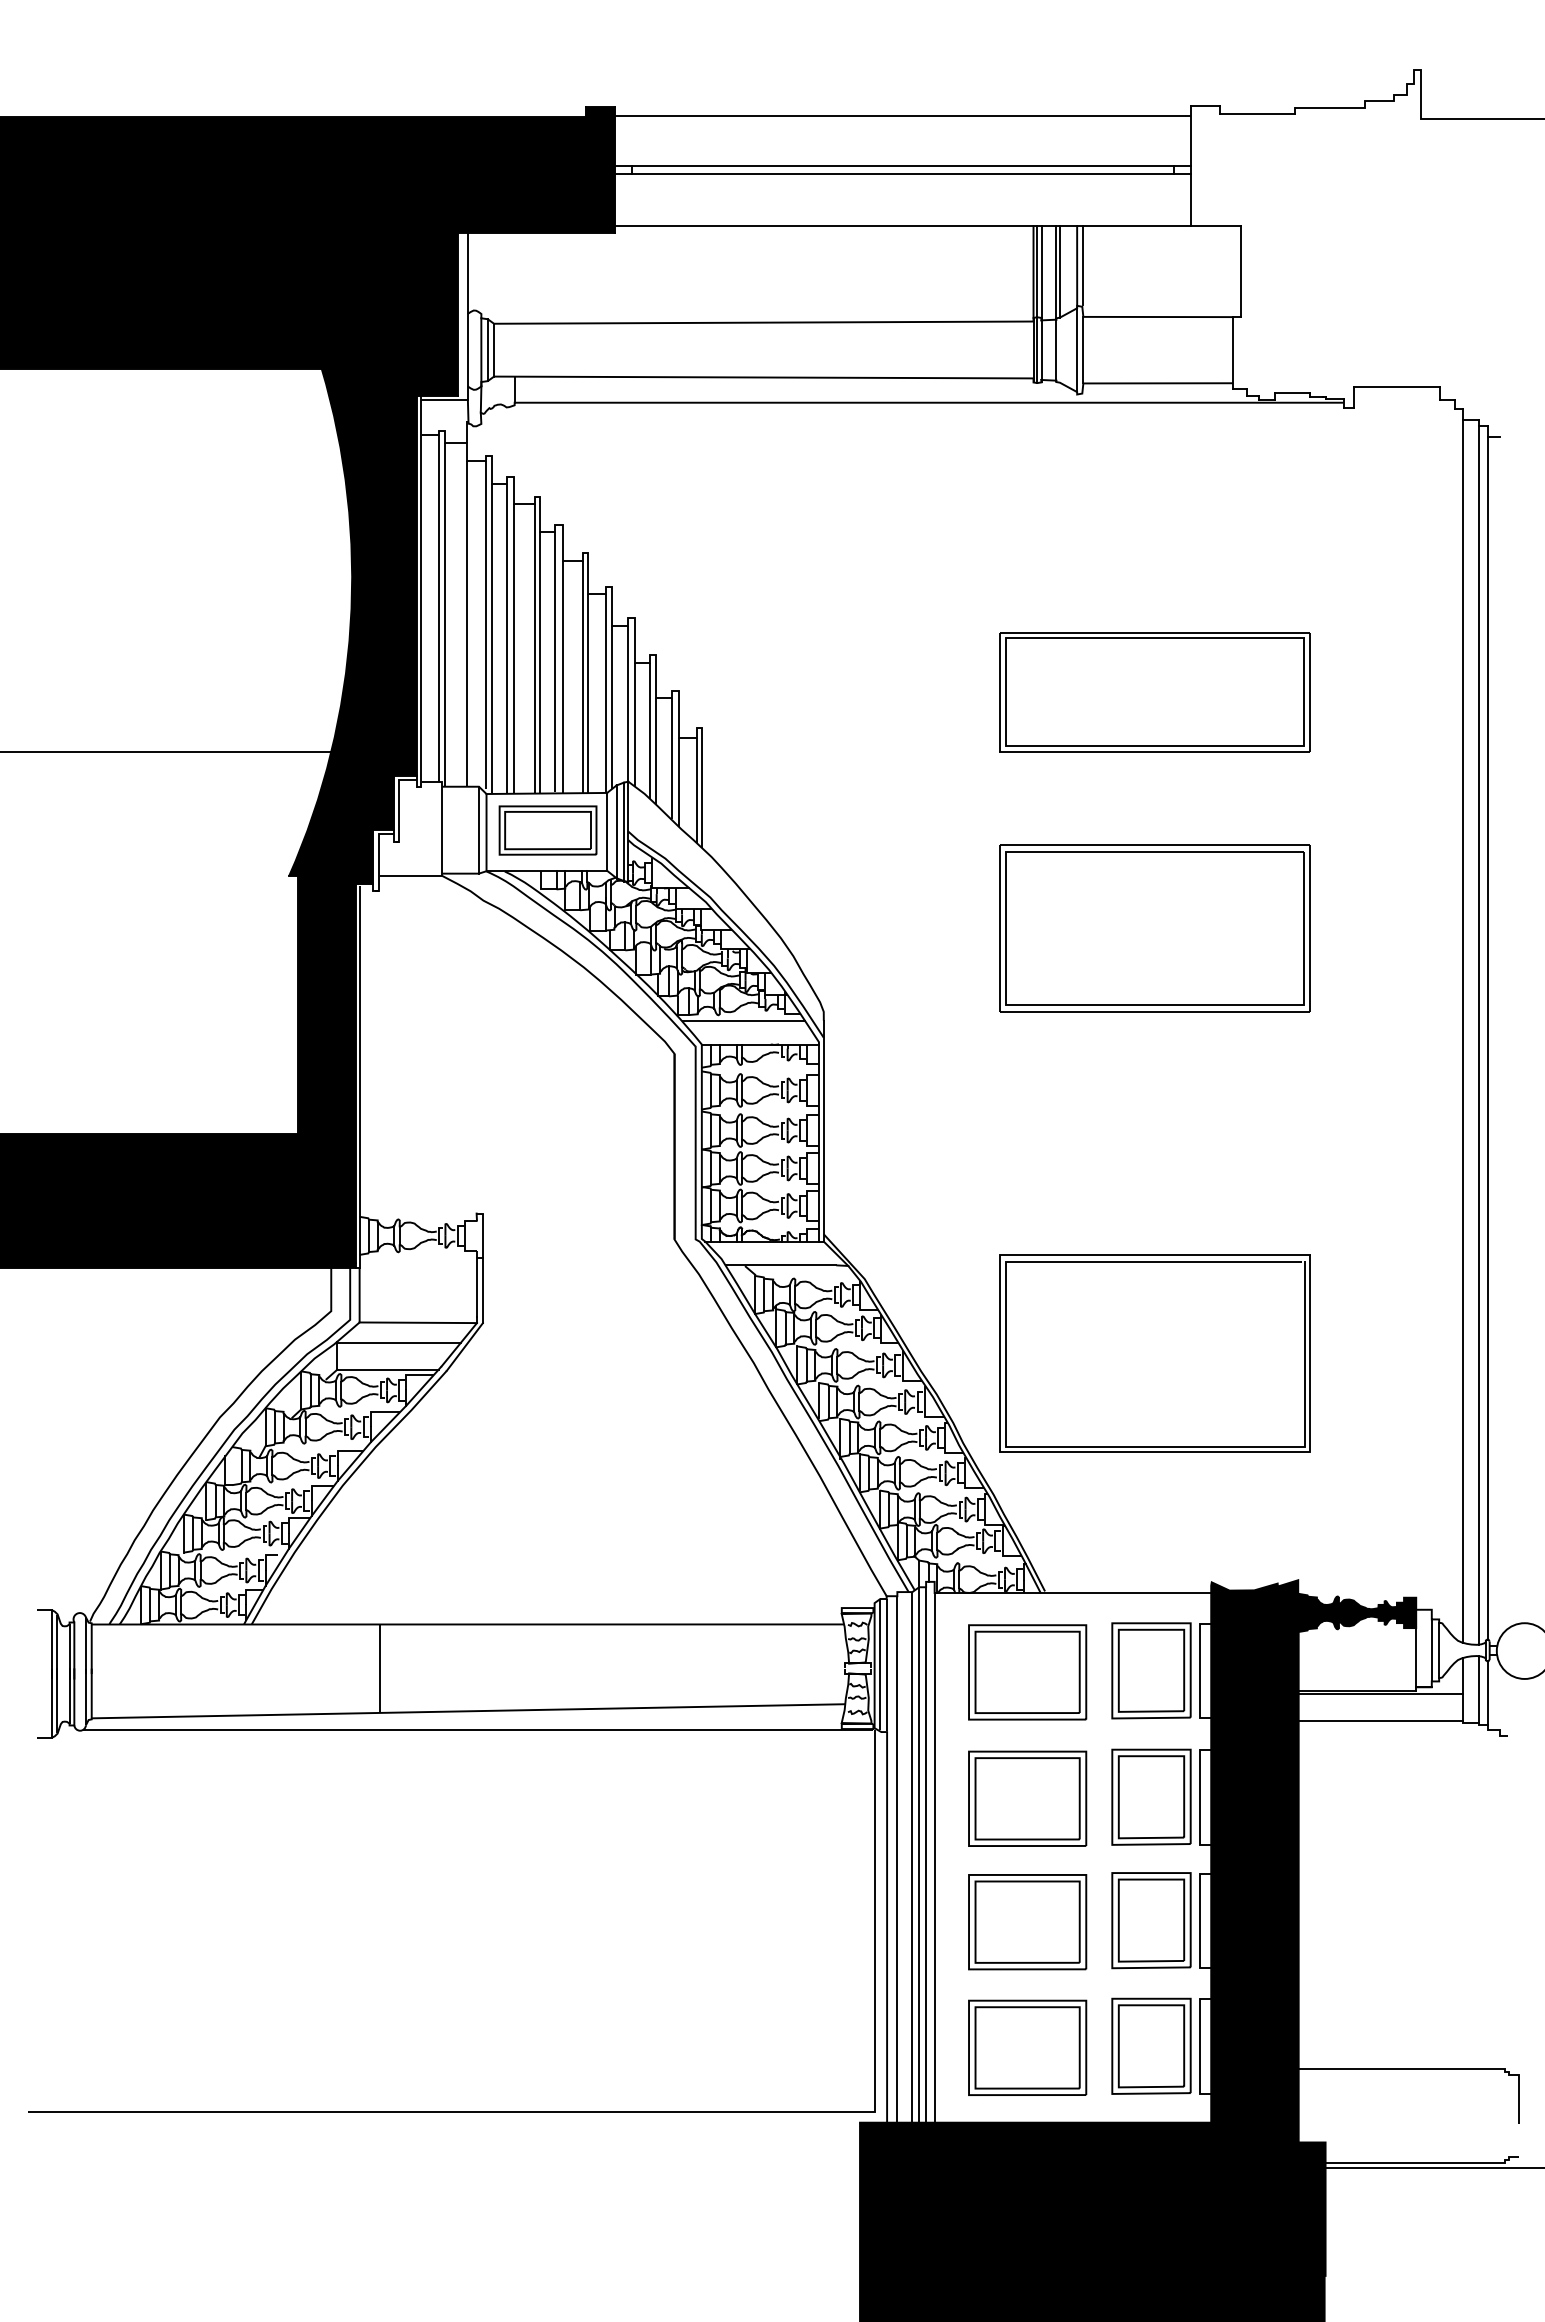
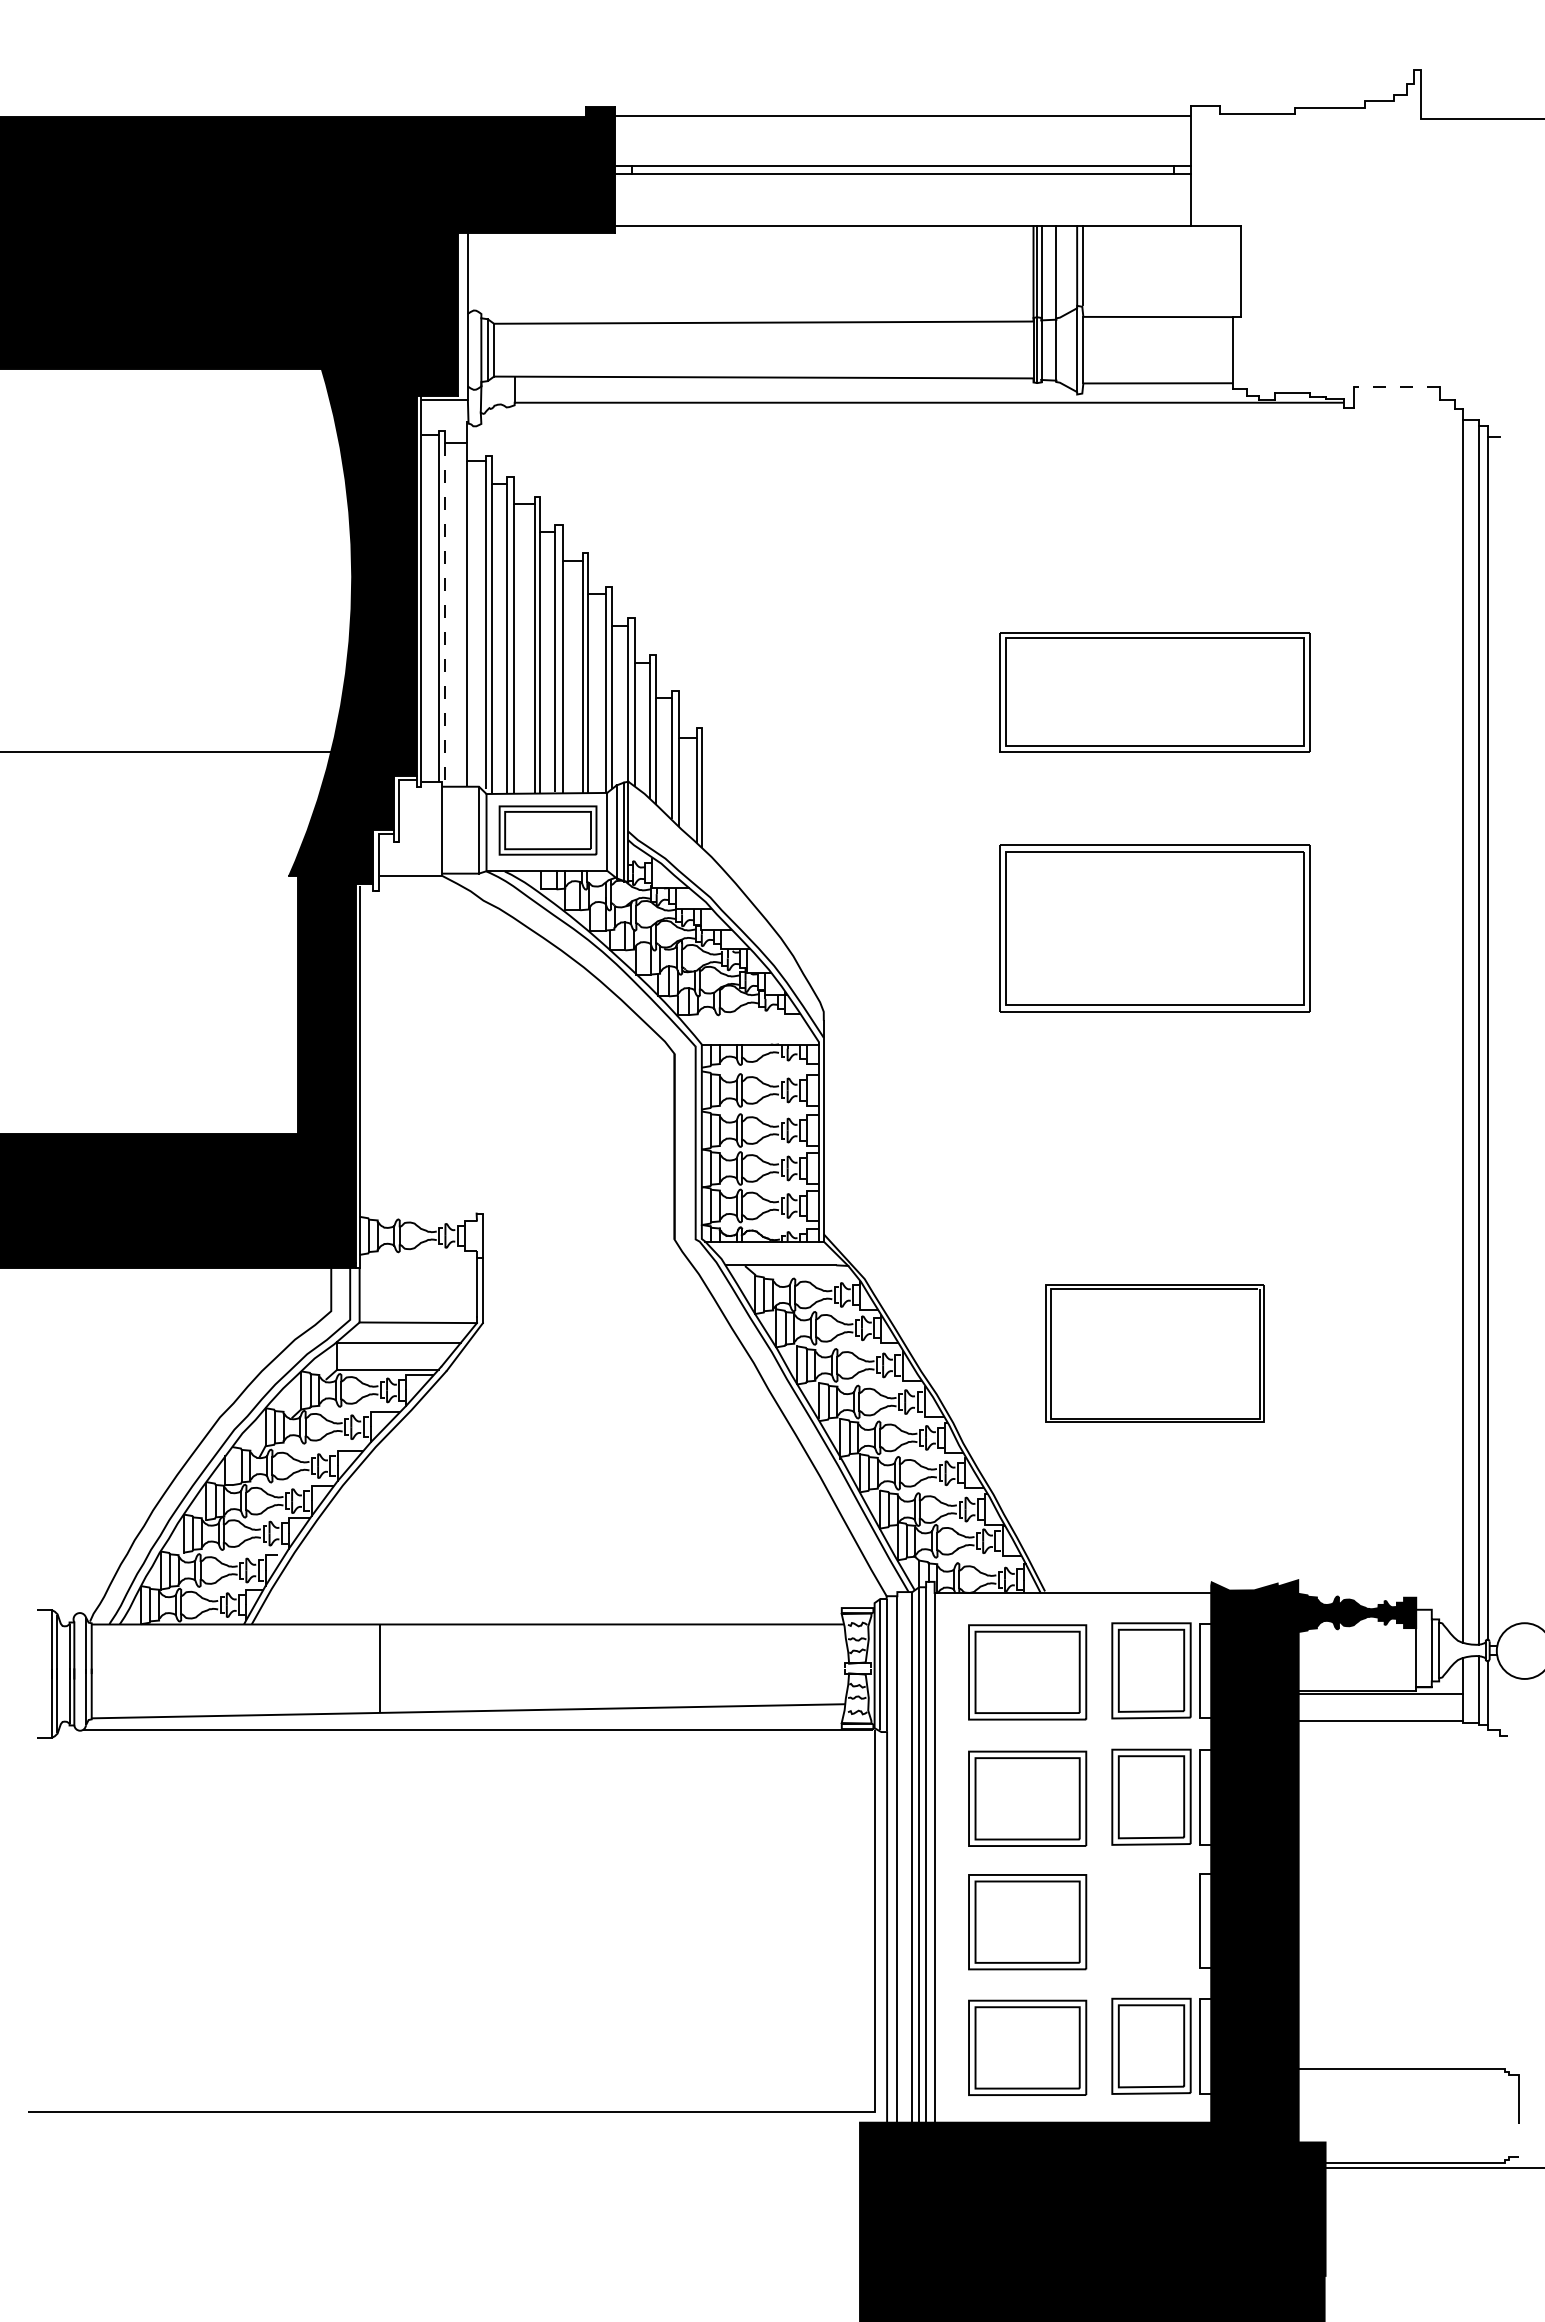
line at (1059, 271): present -> none
line at (1396, 386): solid -> dashed
line at (444, 614): solid -> dashed
line at (743, 1020): present -> none
part at (1154, 1353) size: 312x199 px -> 220x139 px
part at (1151, 1920): present -> none
